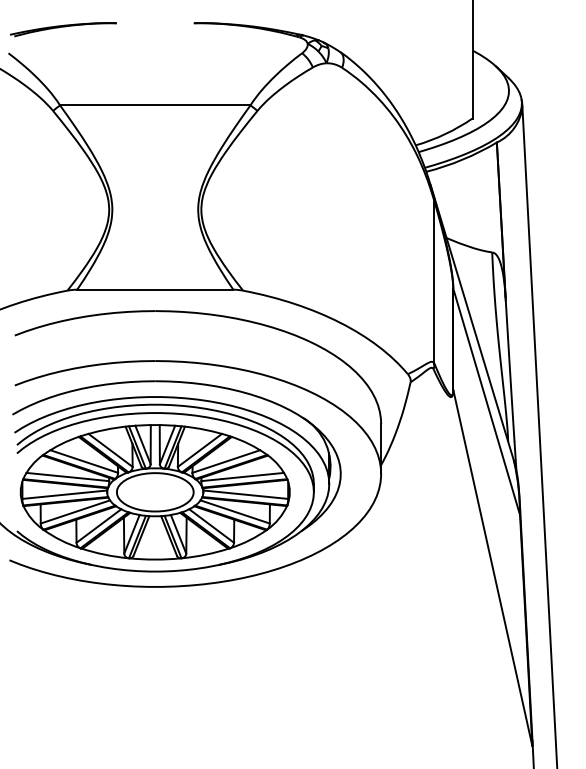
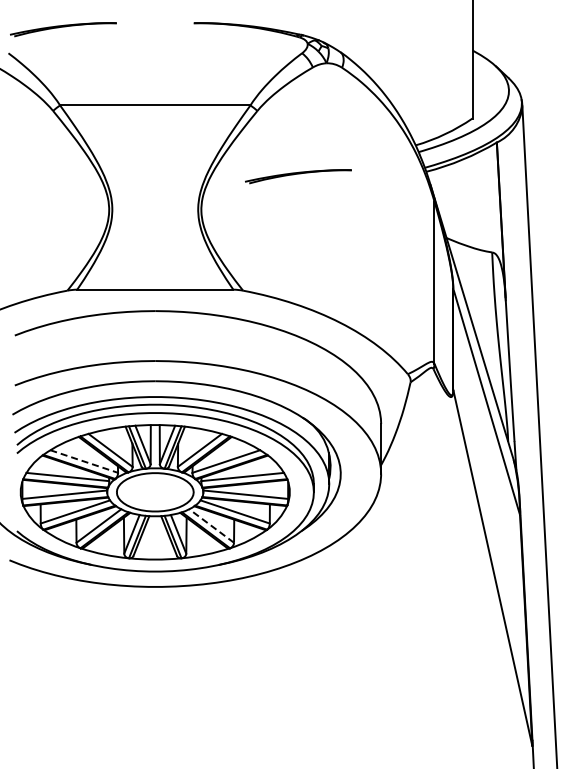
part at (298, 176): none -> present
line at (84, 461): solid -> dashed
line at (211, 526): solid -> dashed
